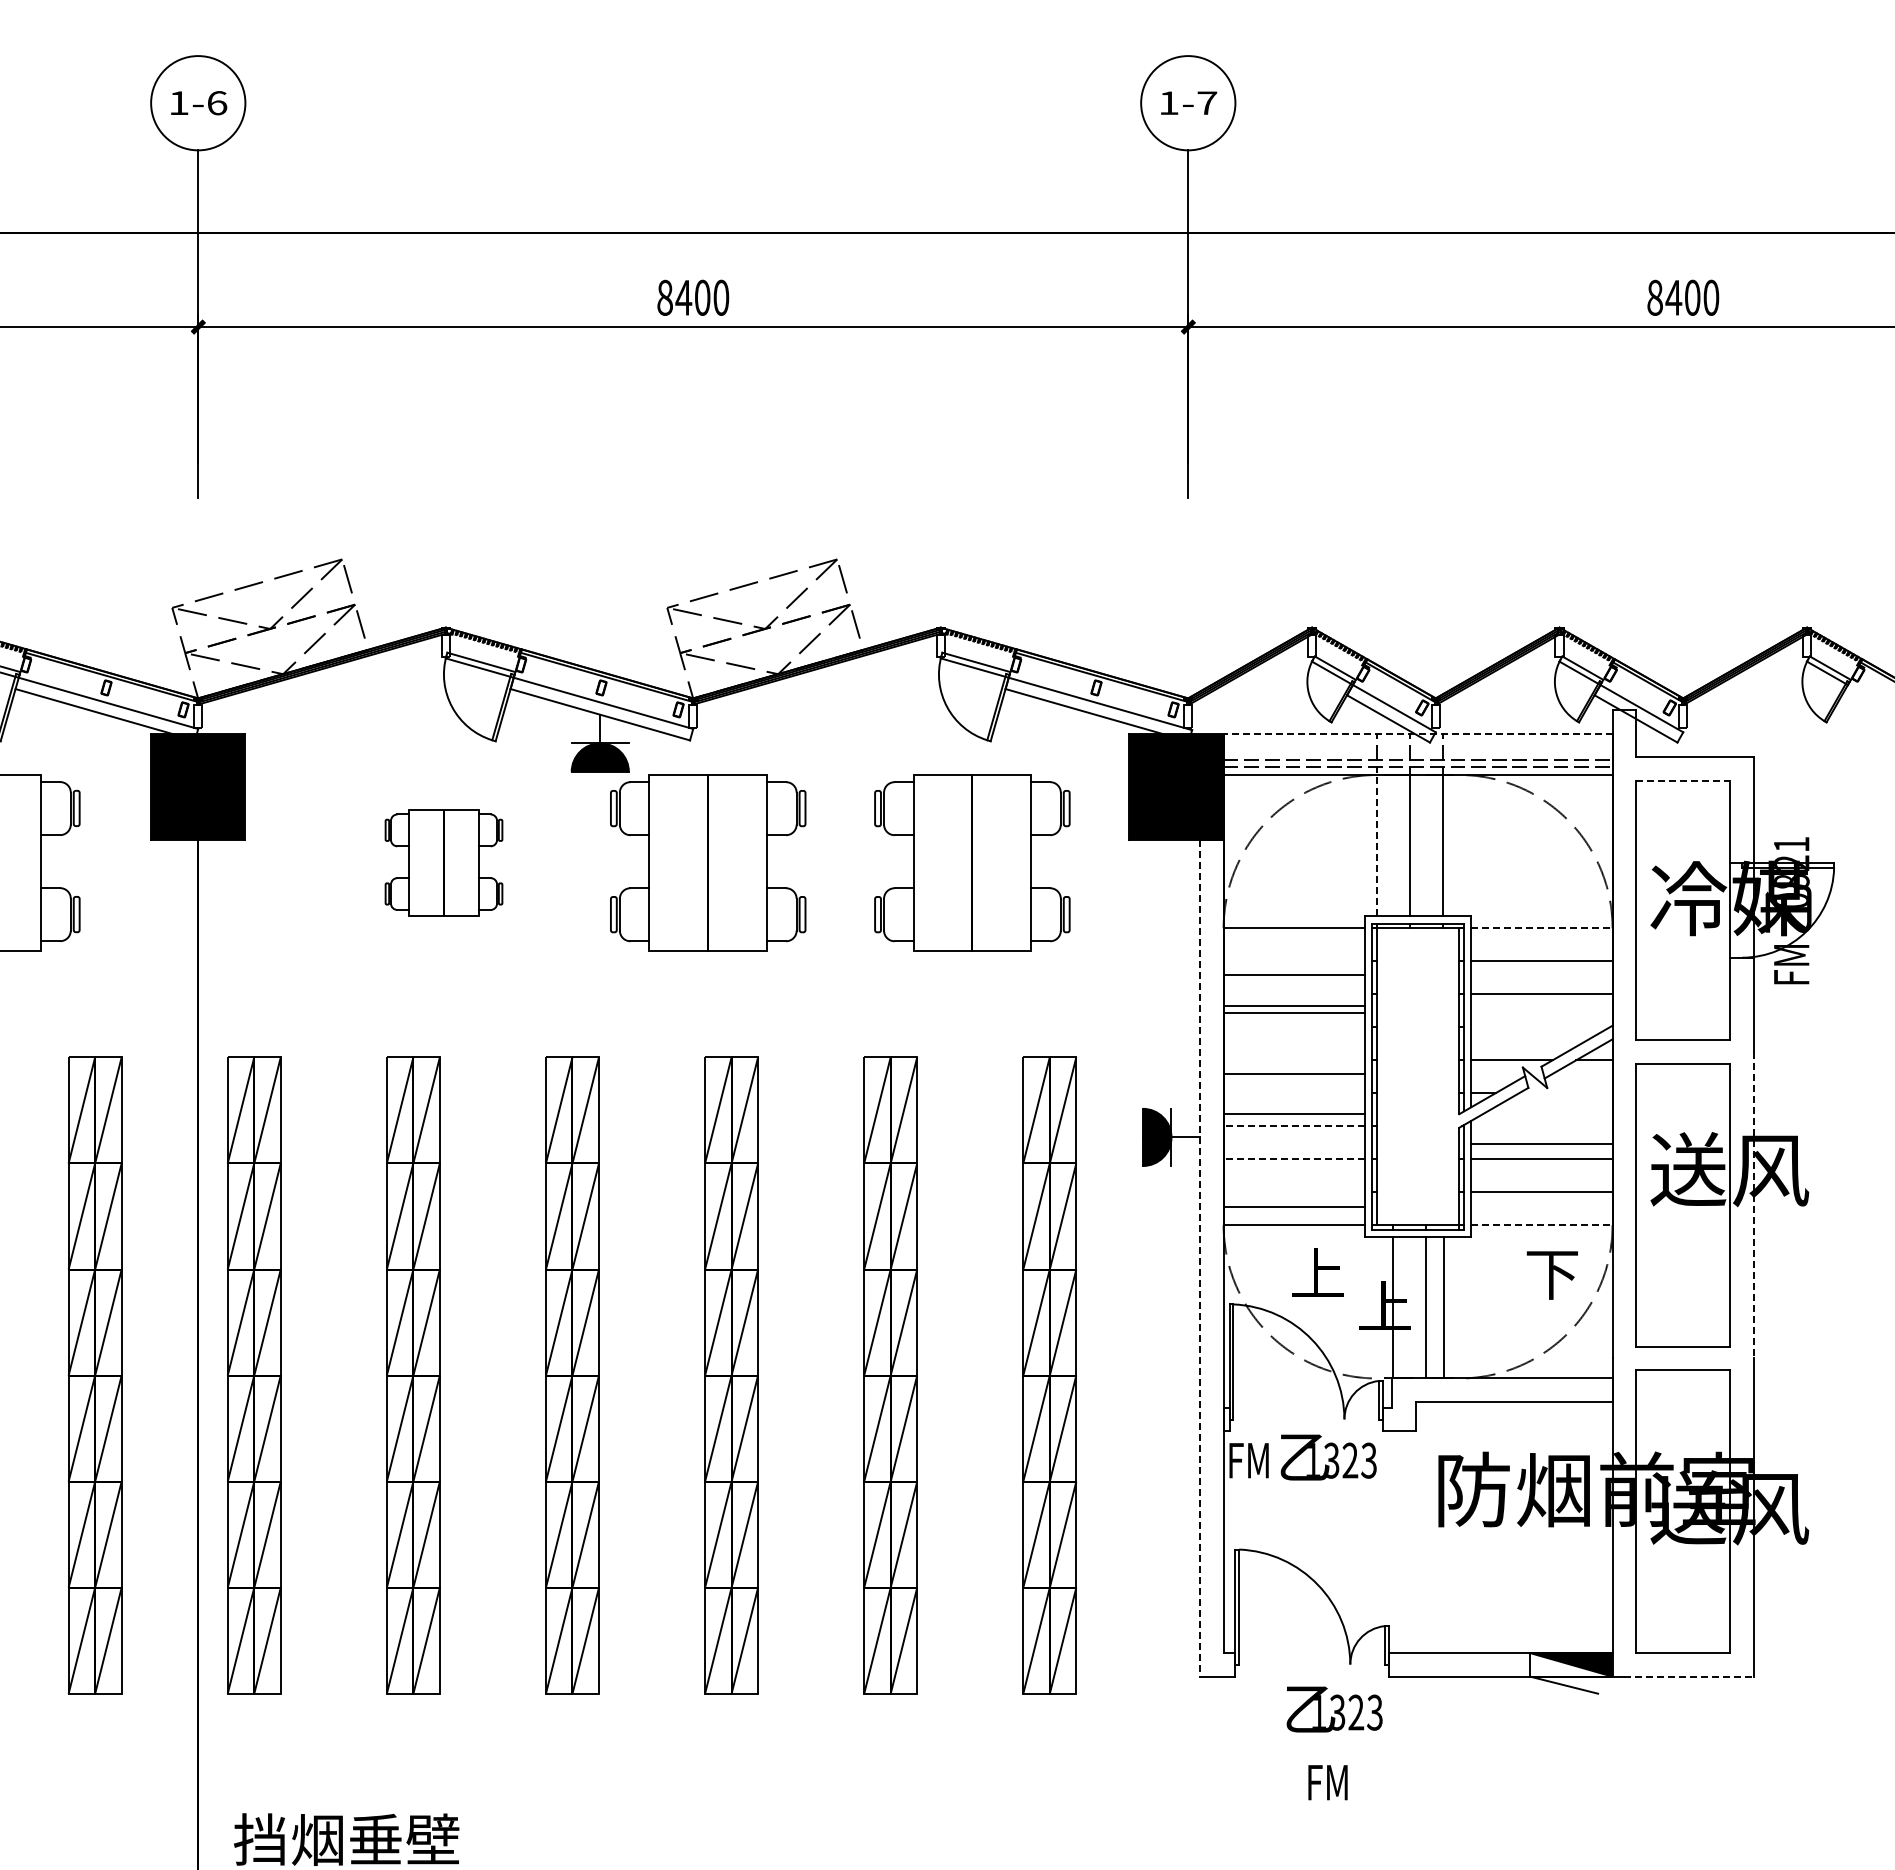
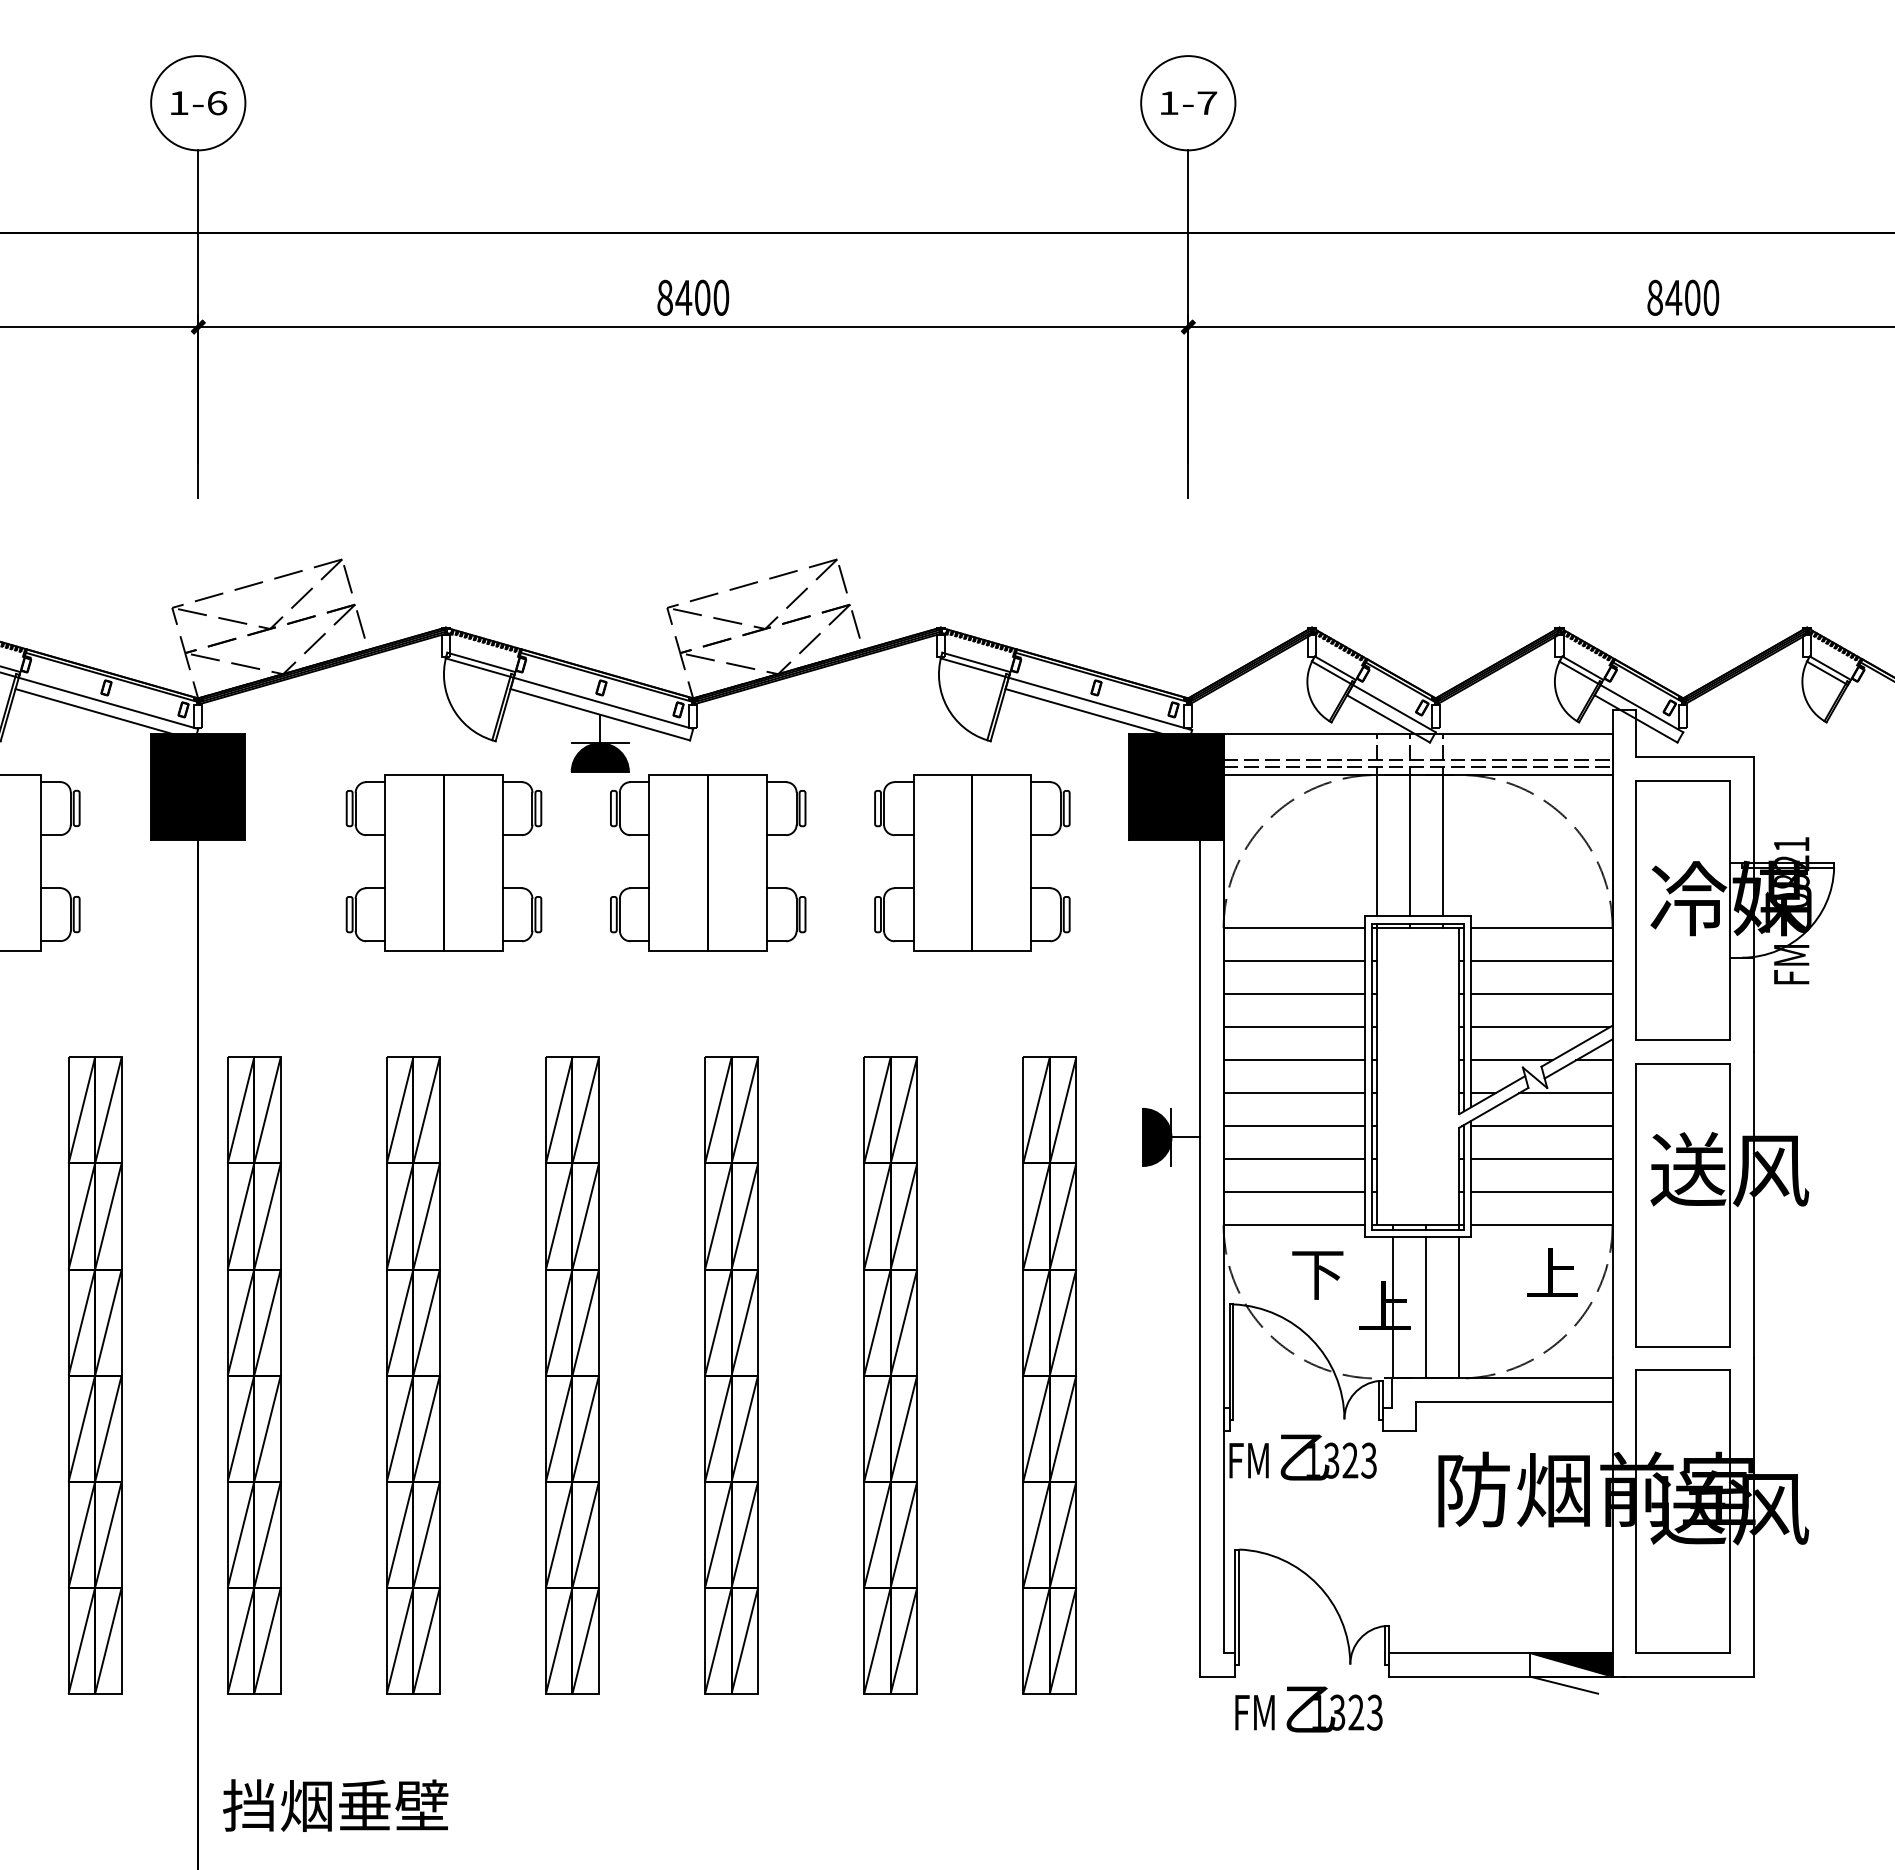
line at (1417, 733): dashed -> solid
line at (1683, 780): dashed -> solid
line at (1376, 841): dashed -> solid
part at (443, 862) size: 120x108 px -> 198x178 px
line at (1541, 928): dashed -> solid
line at (1294, 975) position: (1294, 975) -> (1294, 961)
line at (1294, 1006) position: (1294, 1006) -> (1294, 1027)
line at (1294, 1013) position: (1294, 1013) -> (1294, 994)
line at (1540, 1027): none -> present
line at (1294, 1074) position: (1294, 1074) -> (1294, 1060)
line at (1565, 1093): none -> present
line at (1294, 1114) position: (1294, 1114) -> (1294, 1093)
line at (1294, 1126): dashed -> solid
line at (1541, 1144) position: (1541, 1144) -> (1541, 1126)
line at (1294, 1159): dashed -> solid
line at (1754, 1205): dashed -> solid
line at (1294, 1207) position: (1294, 1207) -> (1294, 1192)
line at (1541, 1225): dashed -> solid
line at (1200, 1258): dashed -> solid
text at (1317, 1273): 上 -> 下
text at (1551, 1273): 下 -> 上
line at (1444, 1307) position: (1444, 1307) -> (1459, 1307)
line at (1689, 1676): dashed -> solid
text at (1327, 1782) position: (1327, 1782) -> (1254, 1712)
text at (346, 1839) position: (346, 1839) -> (335, 1805)
